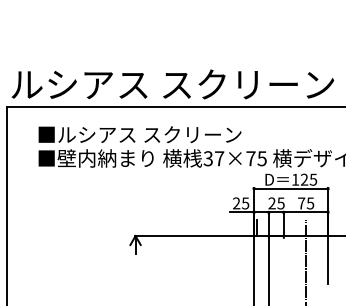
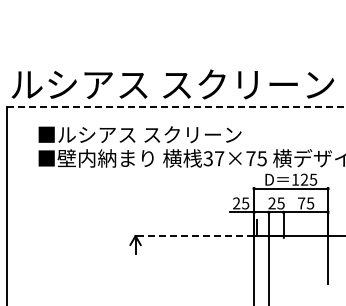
line at (176, 106): solid -> dashed
line at (194, 236): solid -> dashed
line at (305, 261): present -> none
